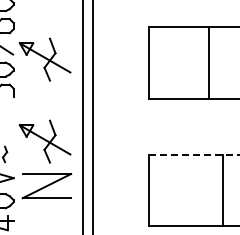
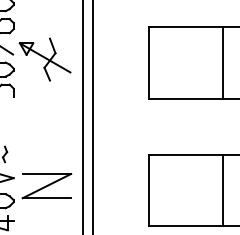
line at (208, 62) position: (208, 62) -> (222, 62)
part at (44, 141): present -> none
line at (194, 154): dashed -> solid
